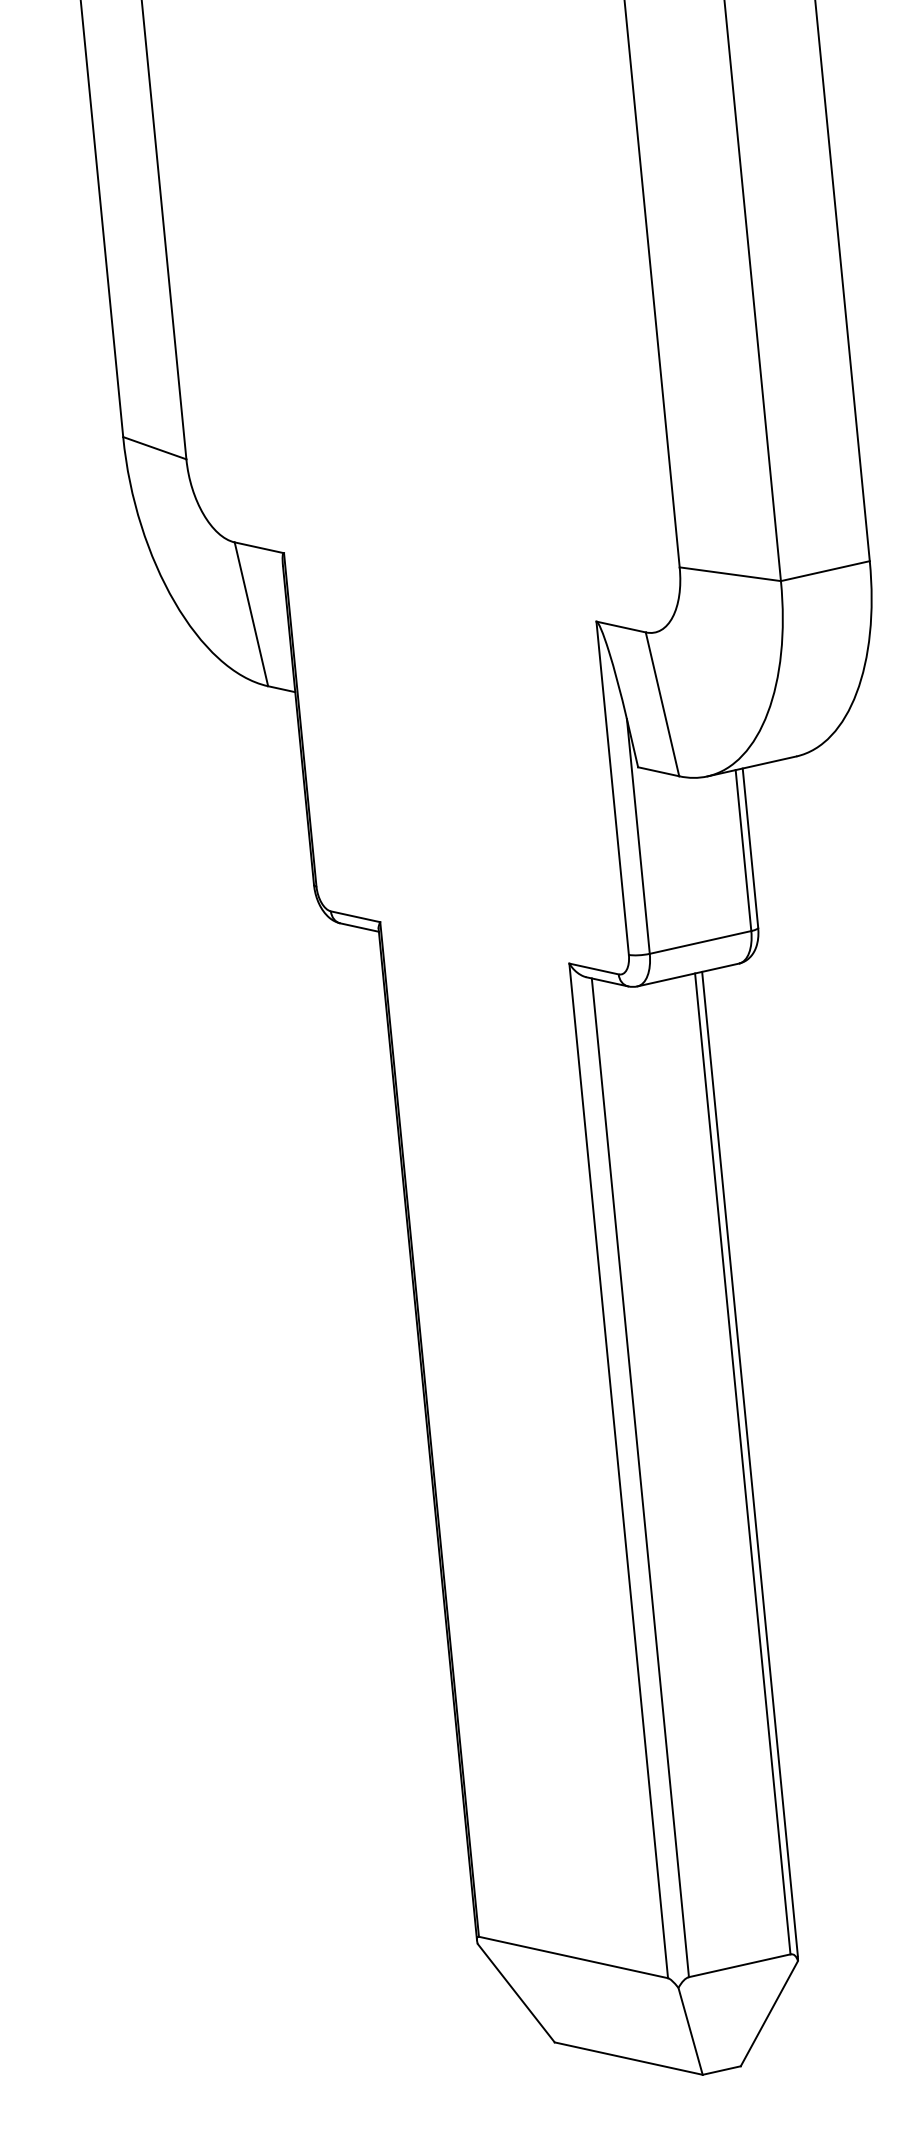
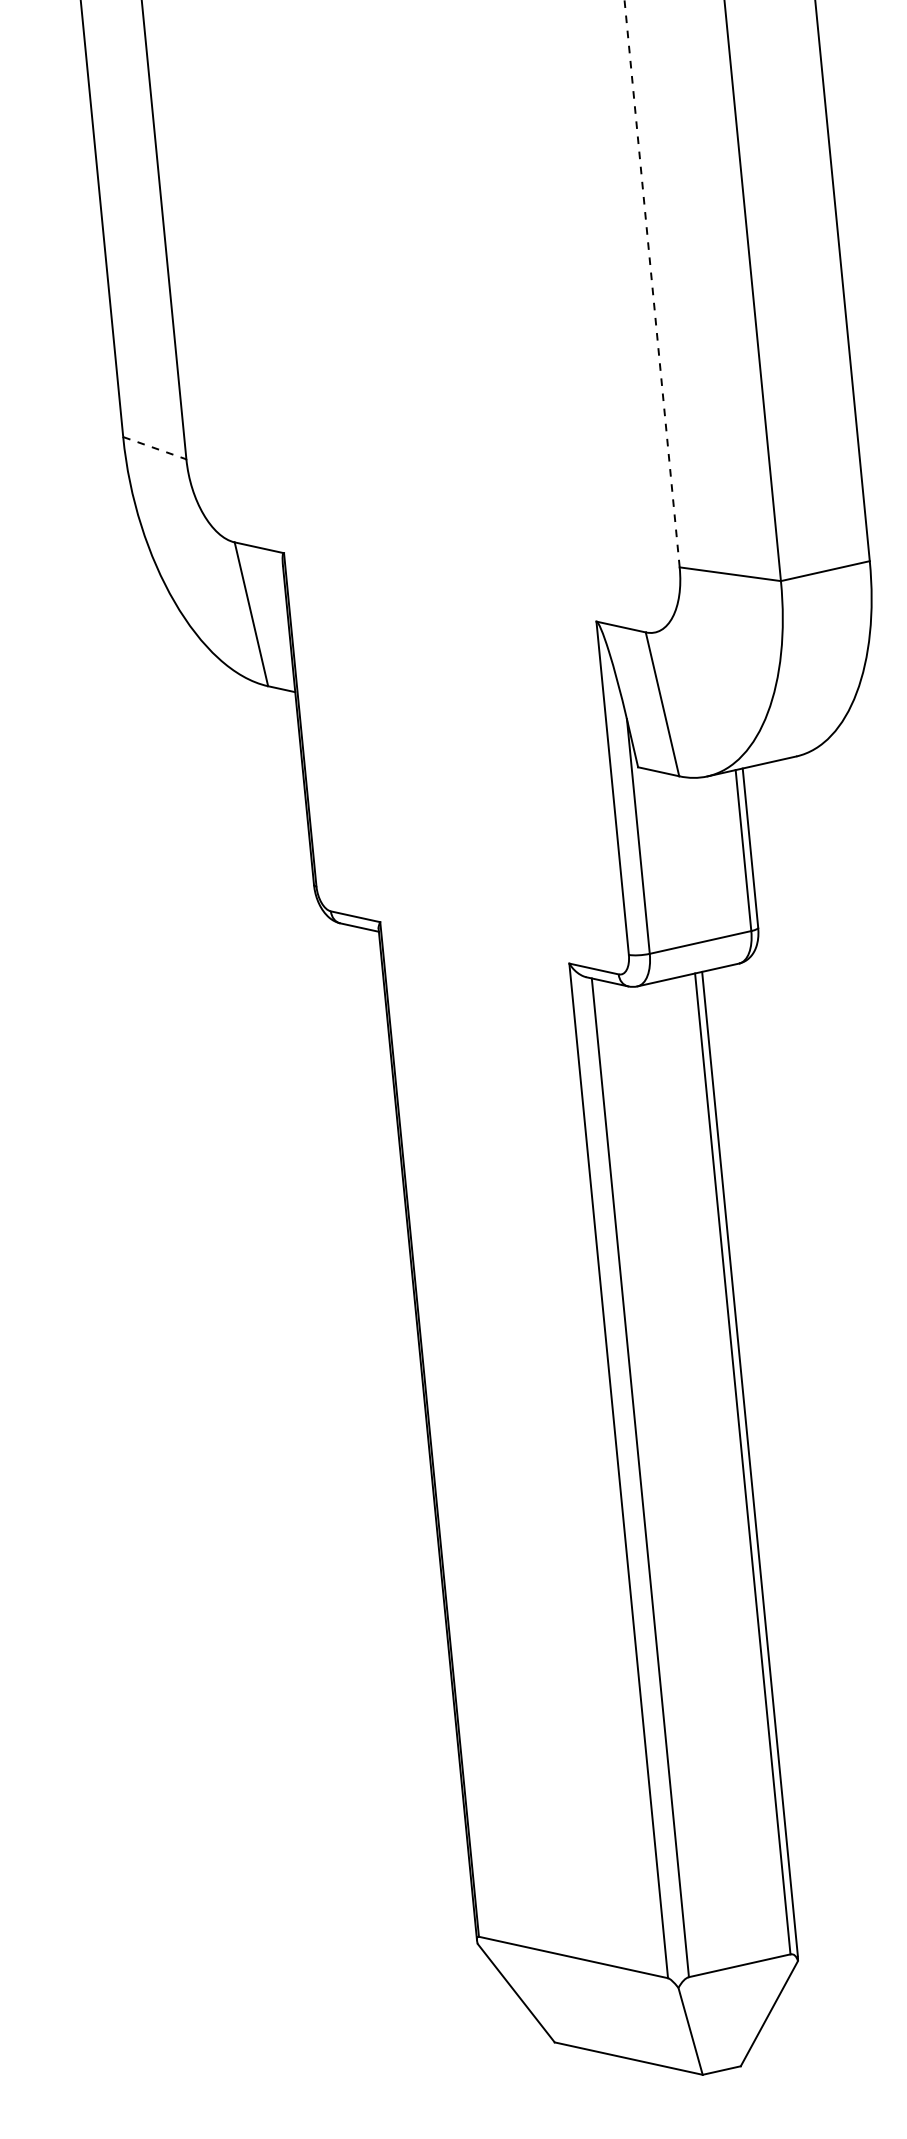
line at (652, 283): solid -> dashed
line at (155, 448): solid -> dashed
